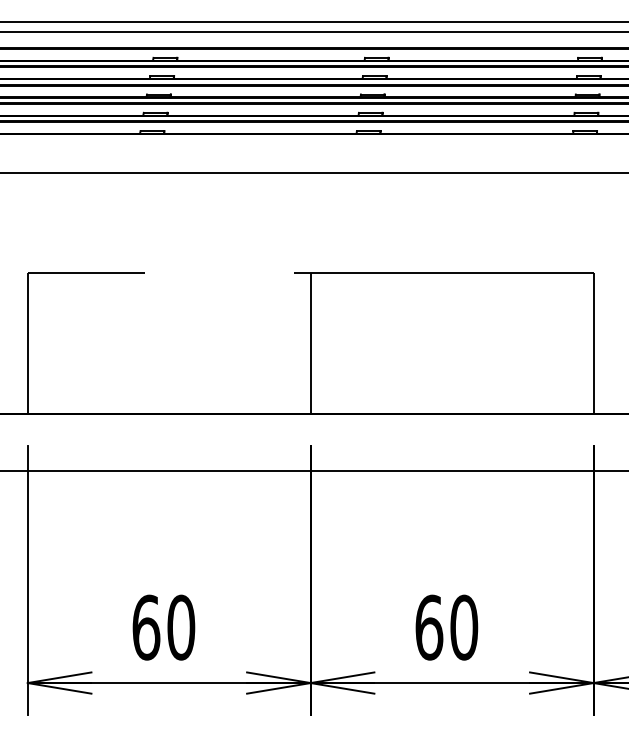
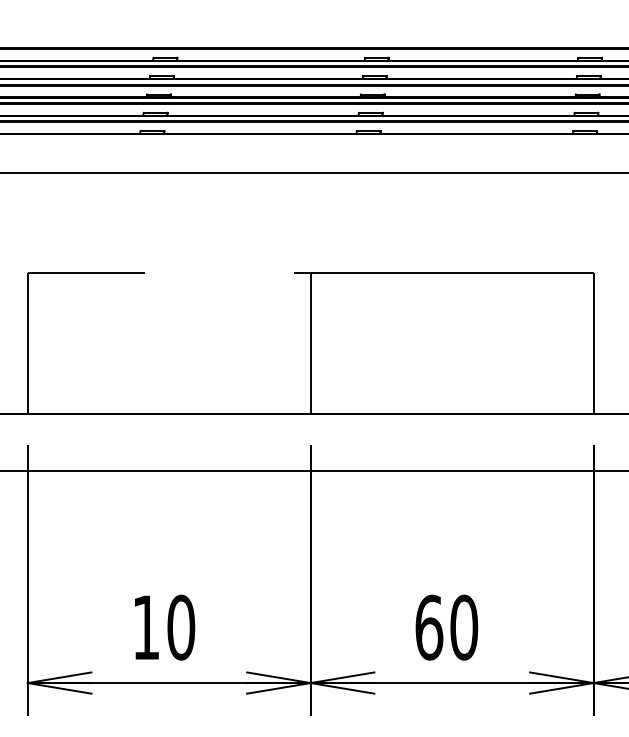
line at (313, 22): present -> none
line at (313, 32): present -> none
text at (146, 627): 60 -> 10
